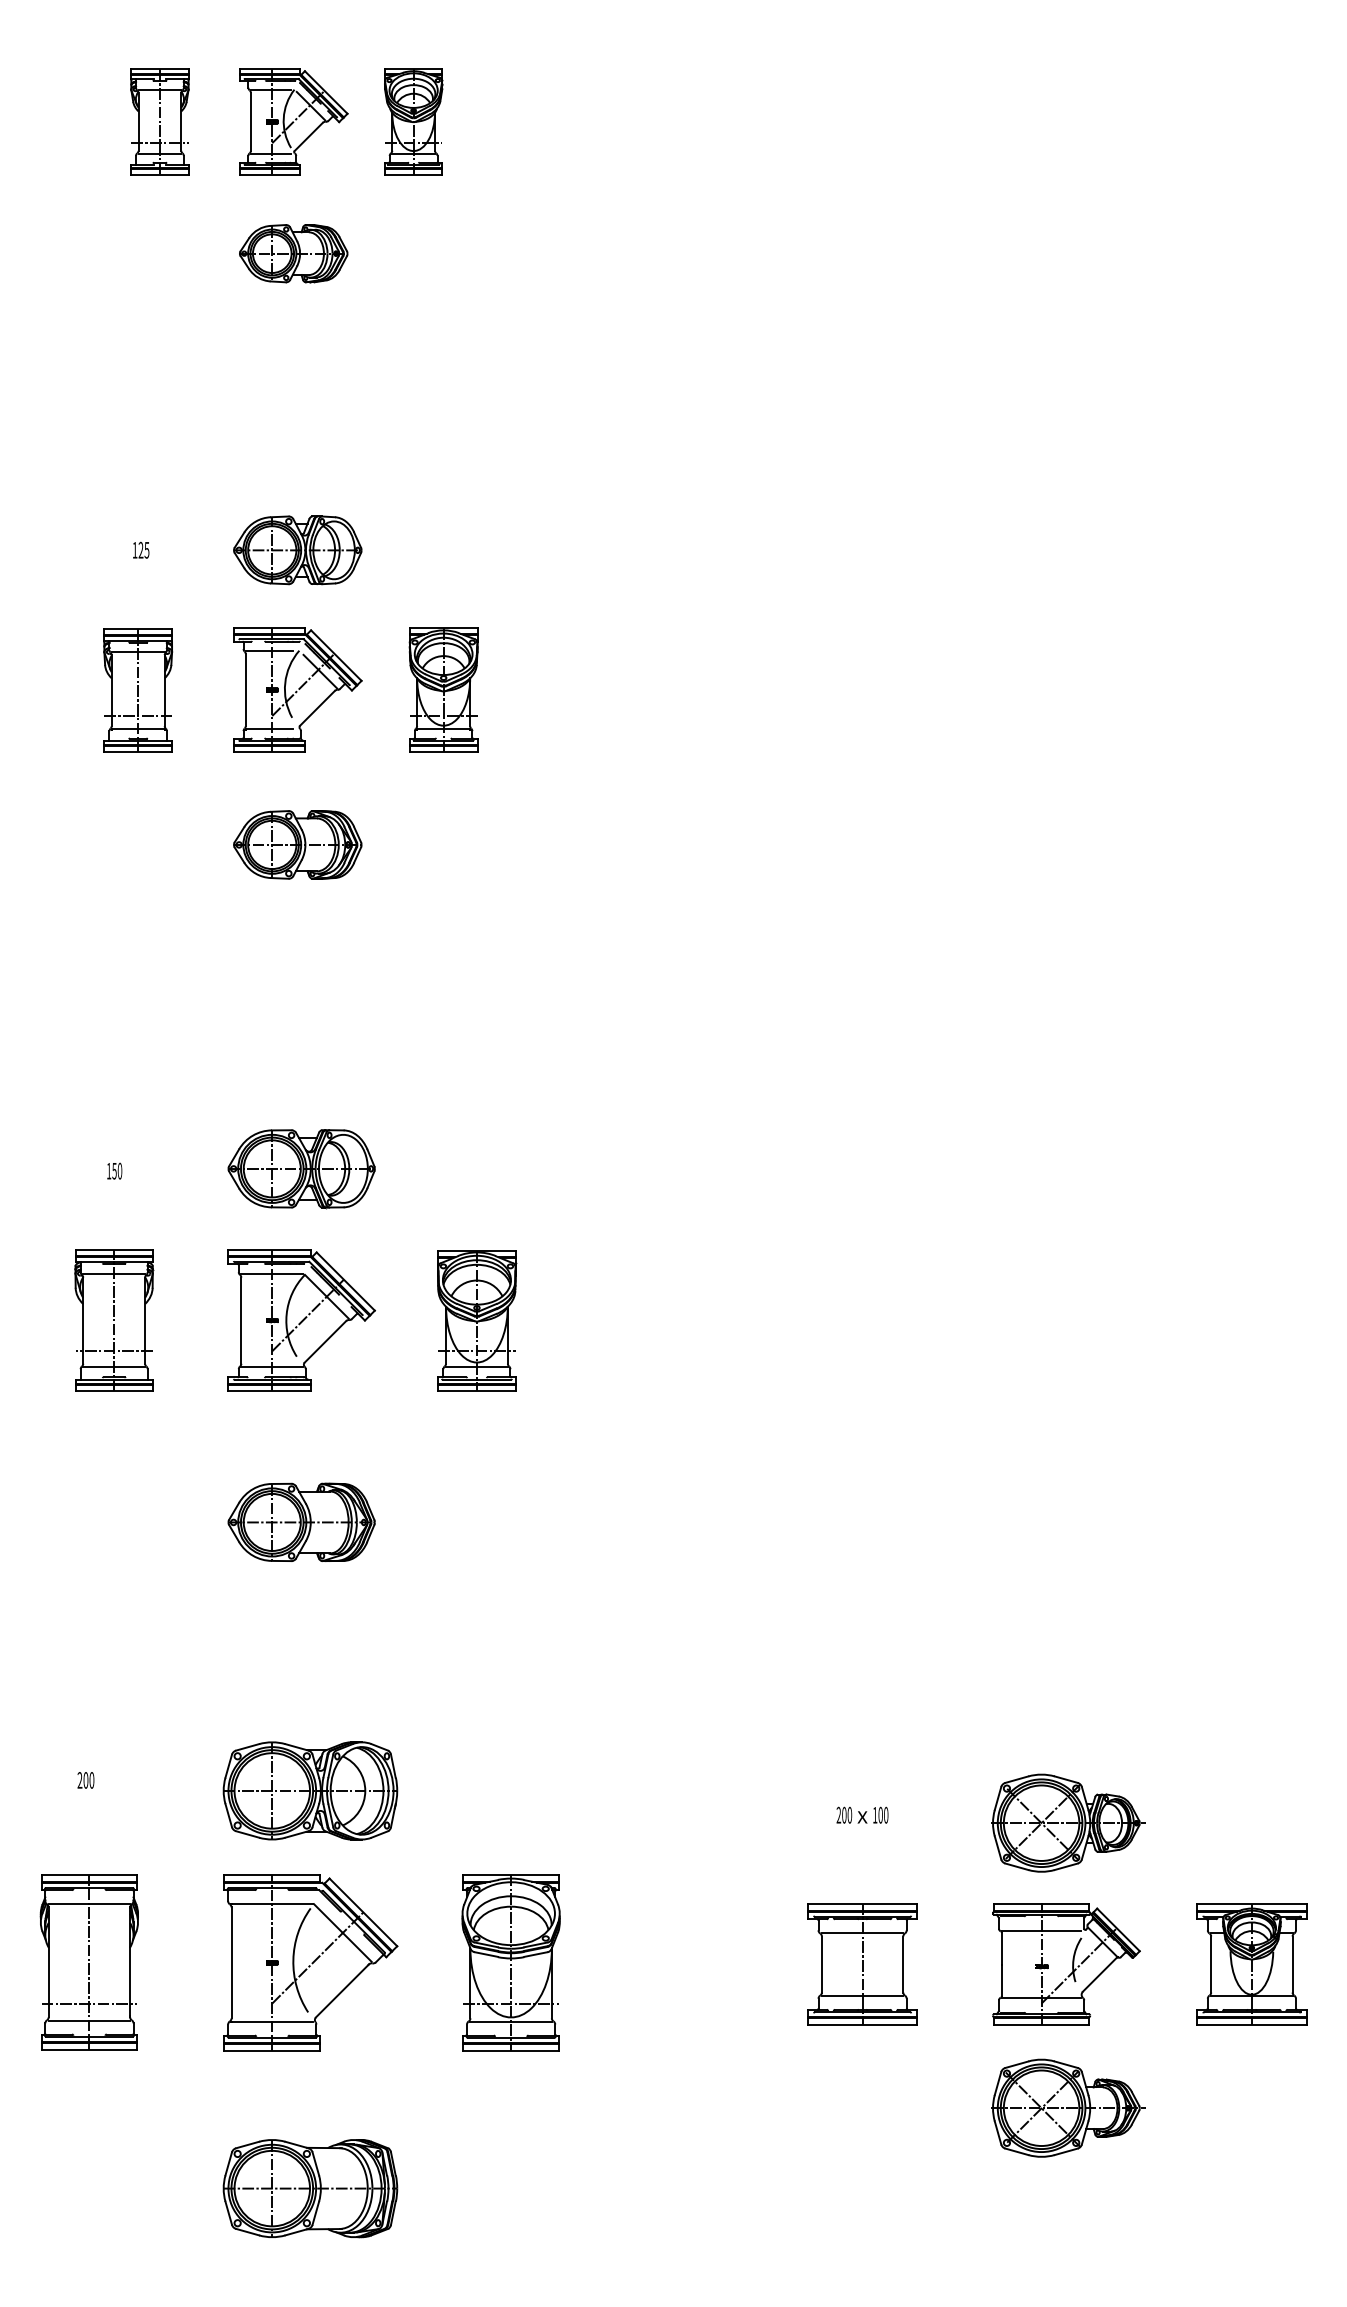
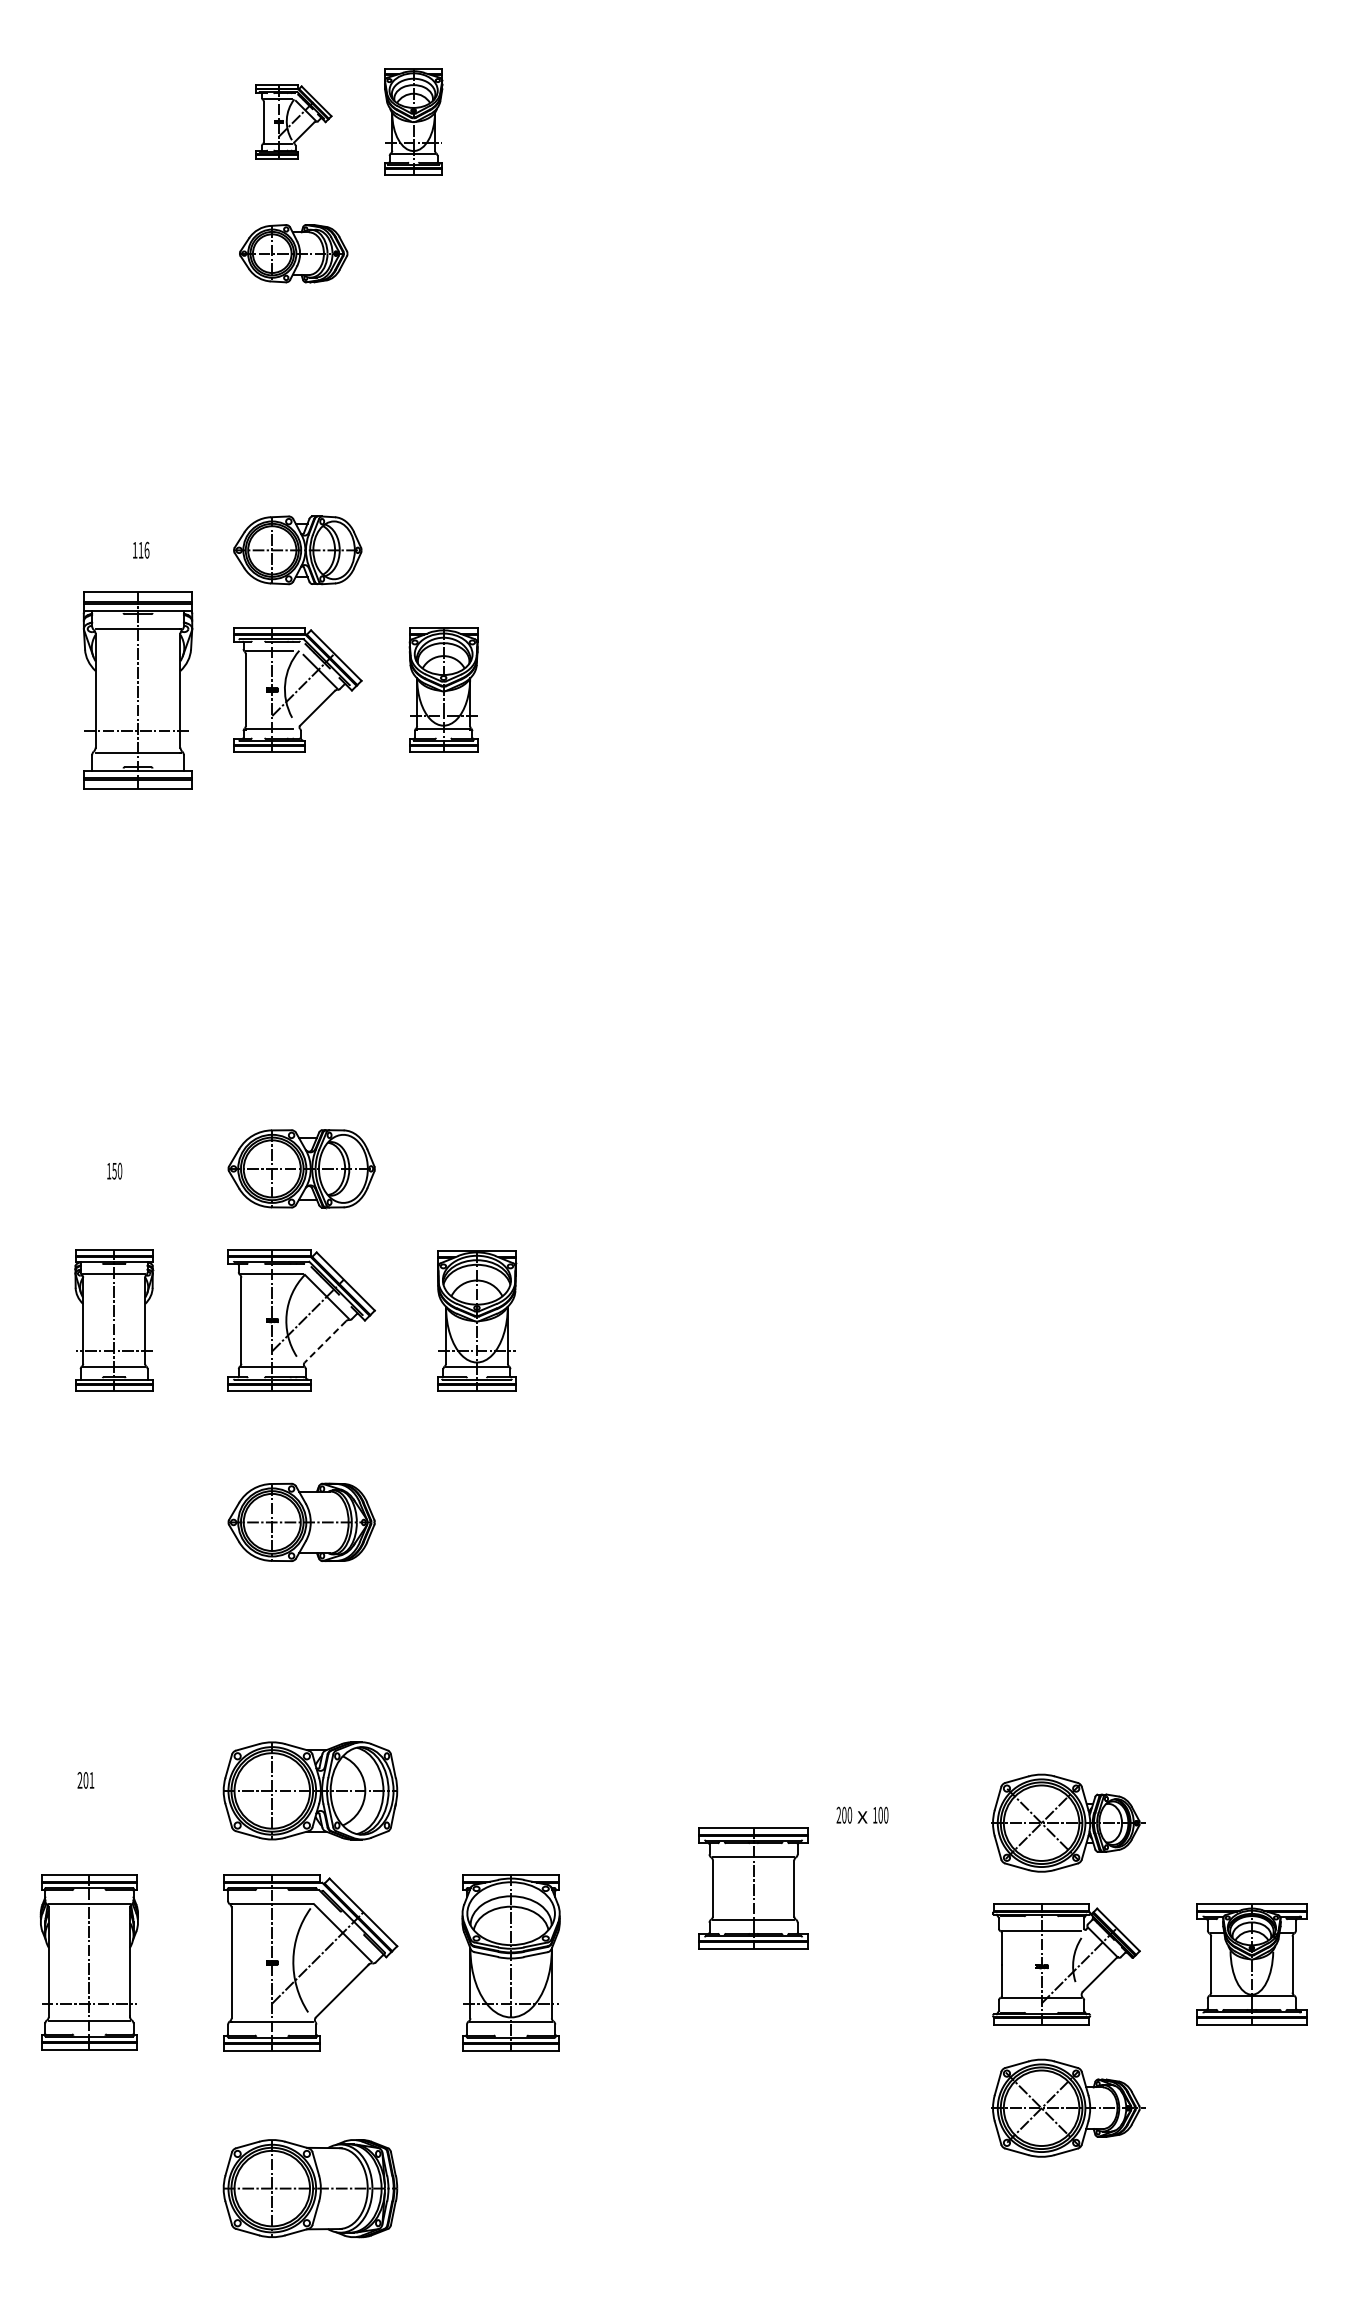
part at (159, 121): present -> none
part at (293, 121) size: 110x108 px -> 78x76 px
text at (143, 549): 125 -> 116
part at (138, 690) size: 71x125 px -> 112x199 px
part at (297, 844): present -> none
line at (325, 1342): solid -> dashed
text at (91, 1780): 200 -> 201
part at (862, 1964) position: (862, 1964) -> (753, 1888)
